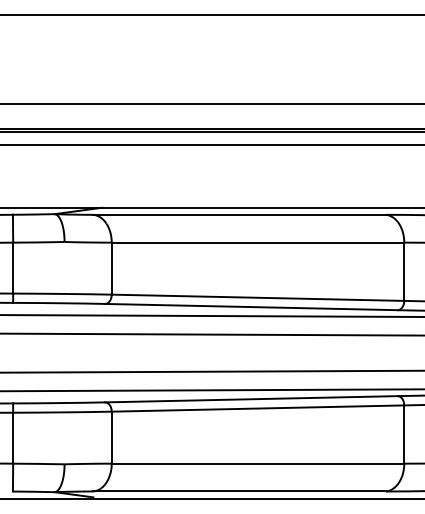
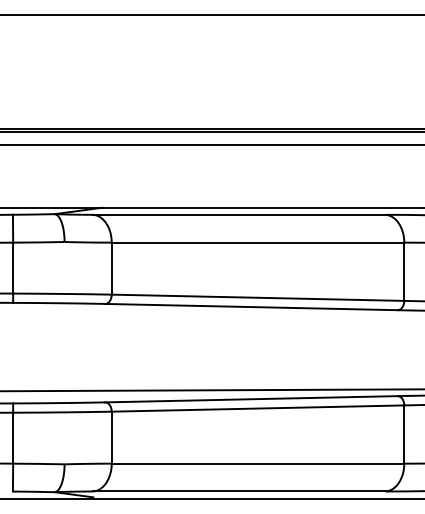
line at (211, 103): present -> none
line at (211, 315): present -> none
line at (211, 334): present -> none
line at (211, 371): present -> none
